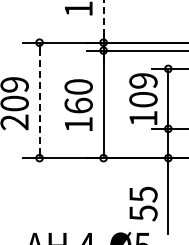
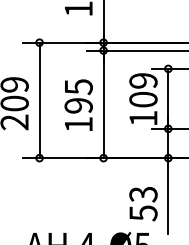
line at (103, 18): dashed -> solid
text at (78, 96): 160 -> 195
line at (39, 100): dashed -> solid
text at (143, 194): 55 -> 53
